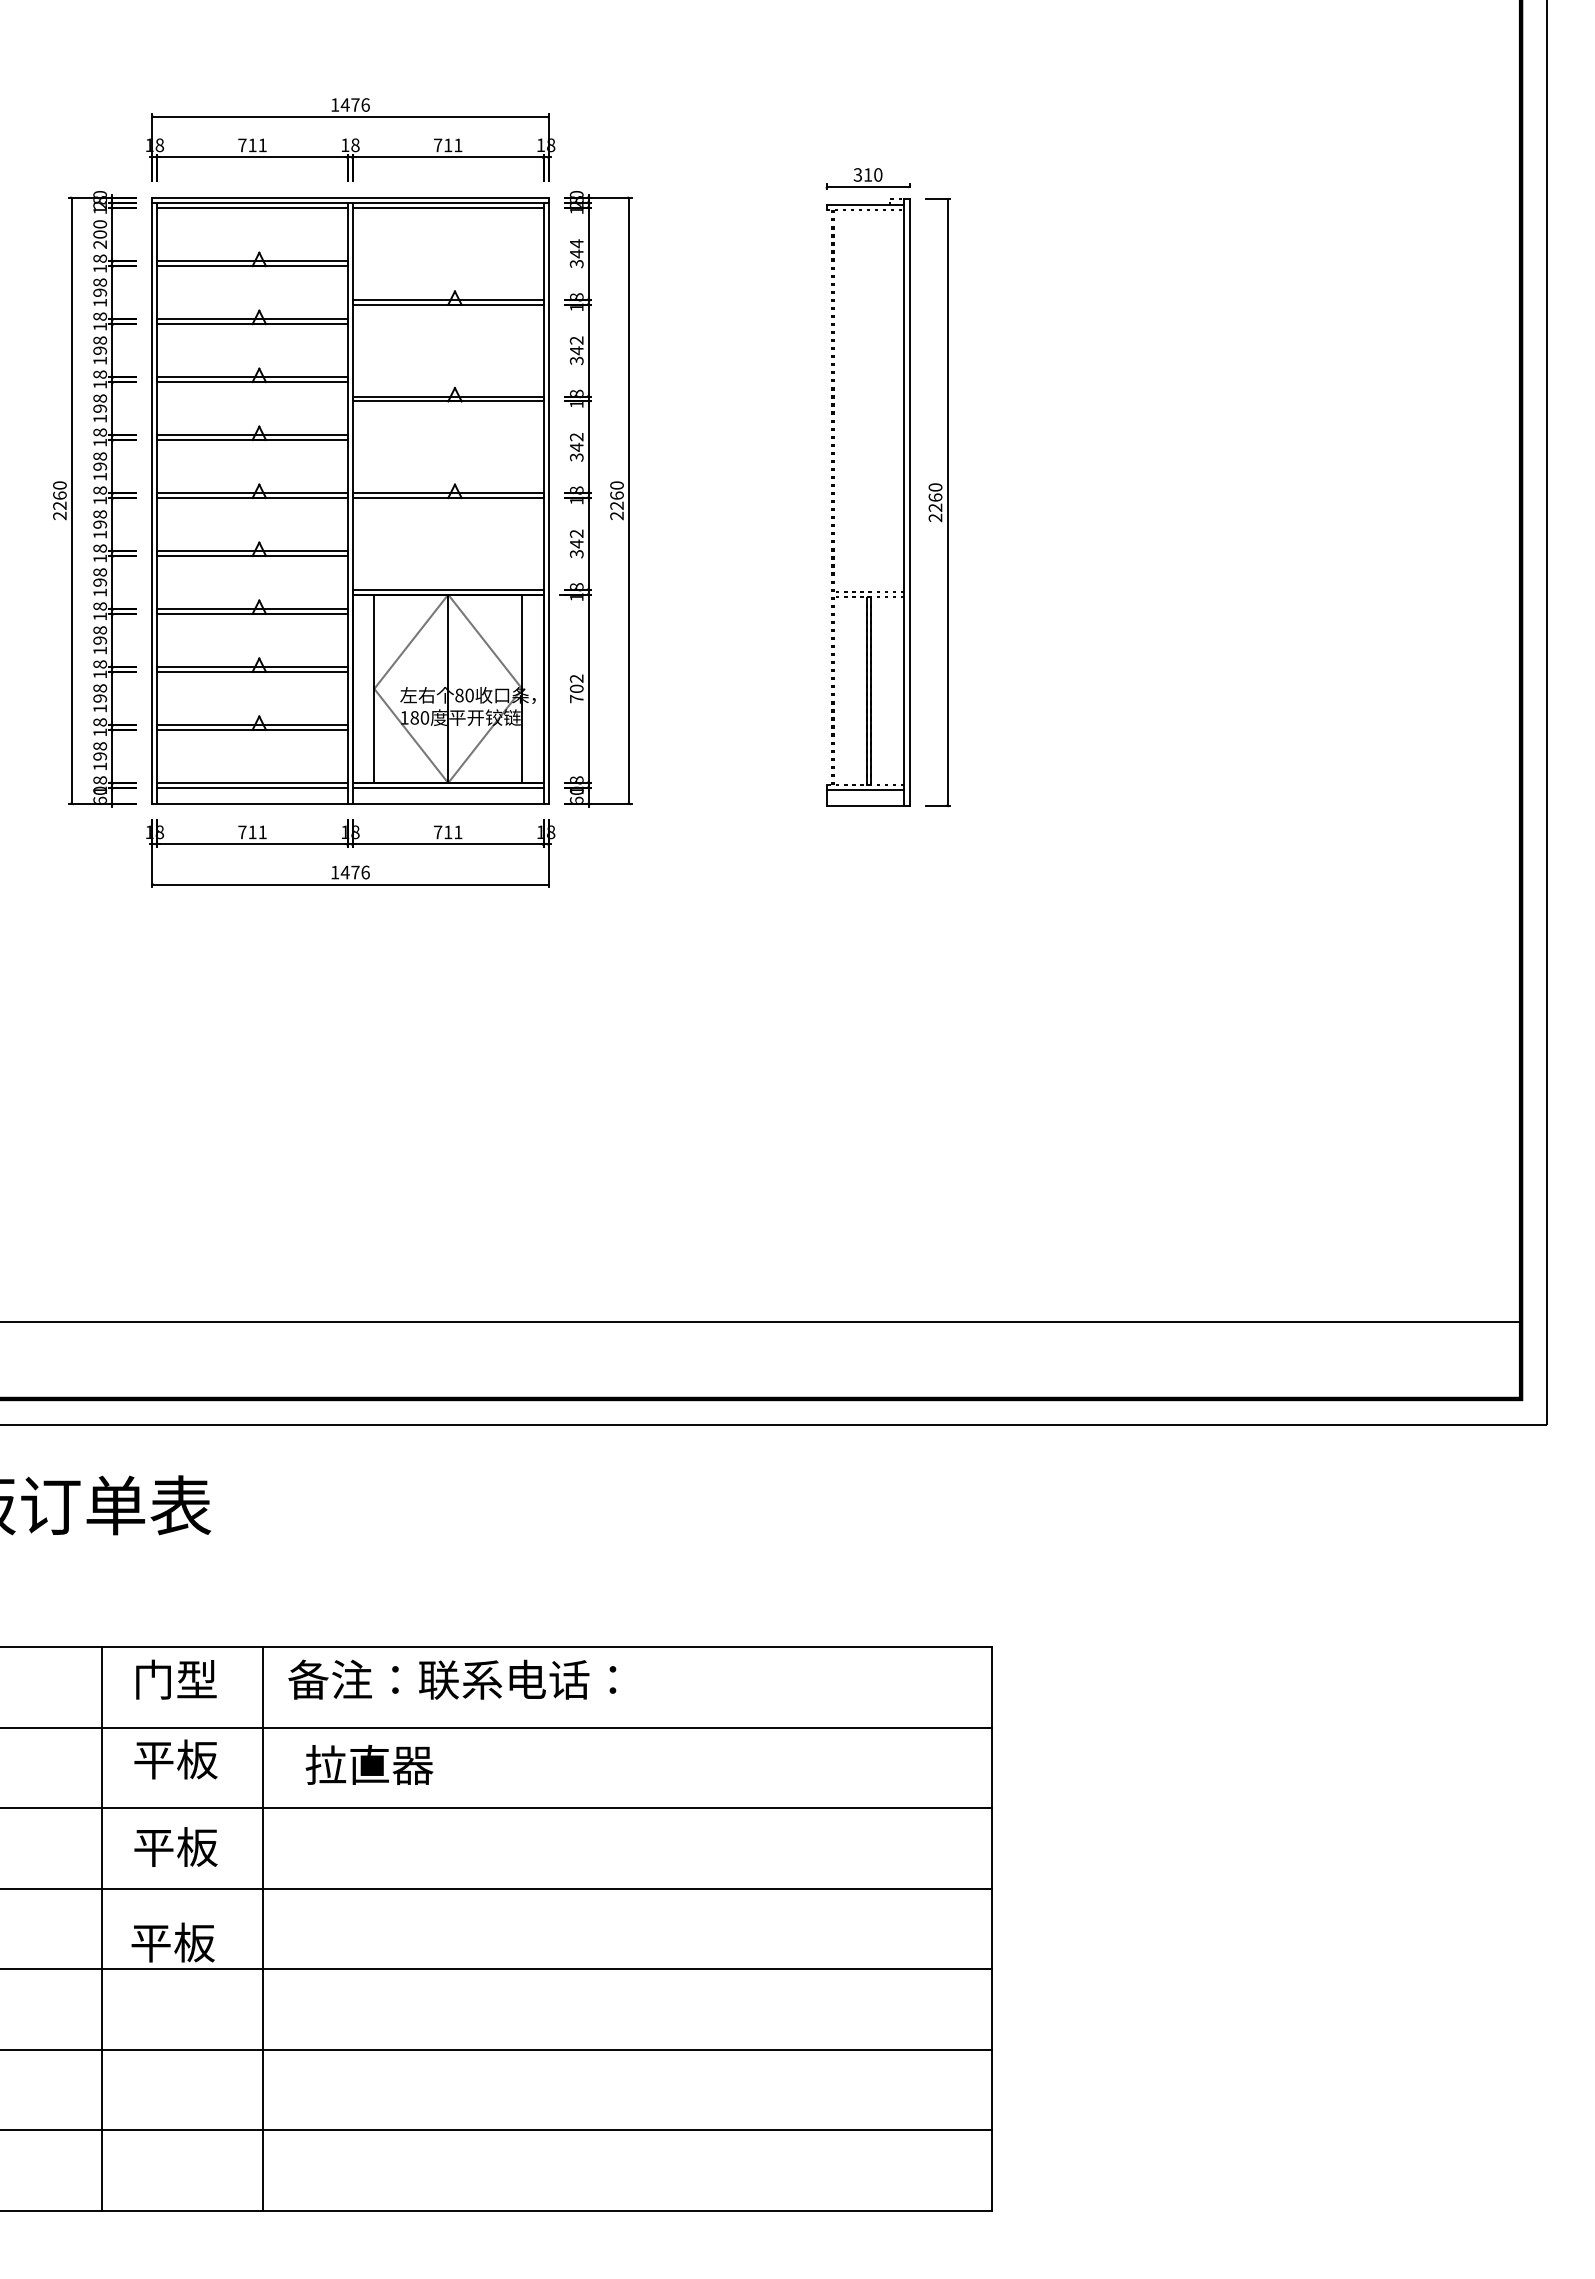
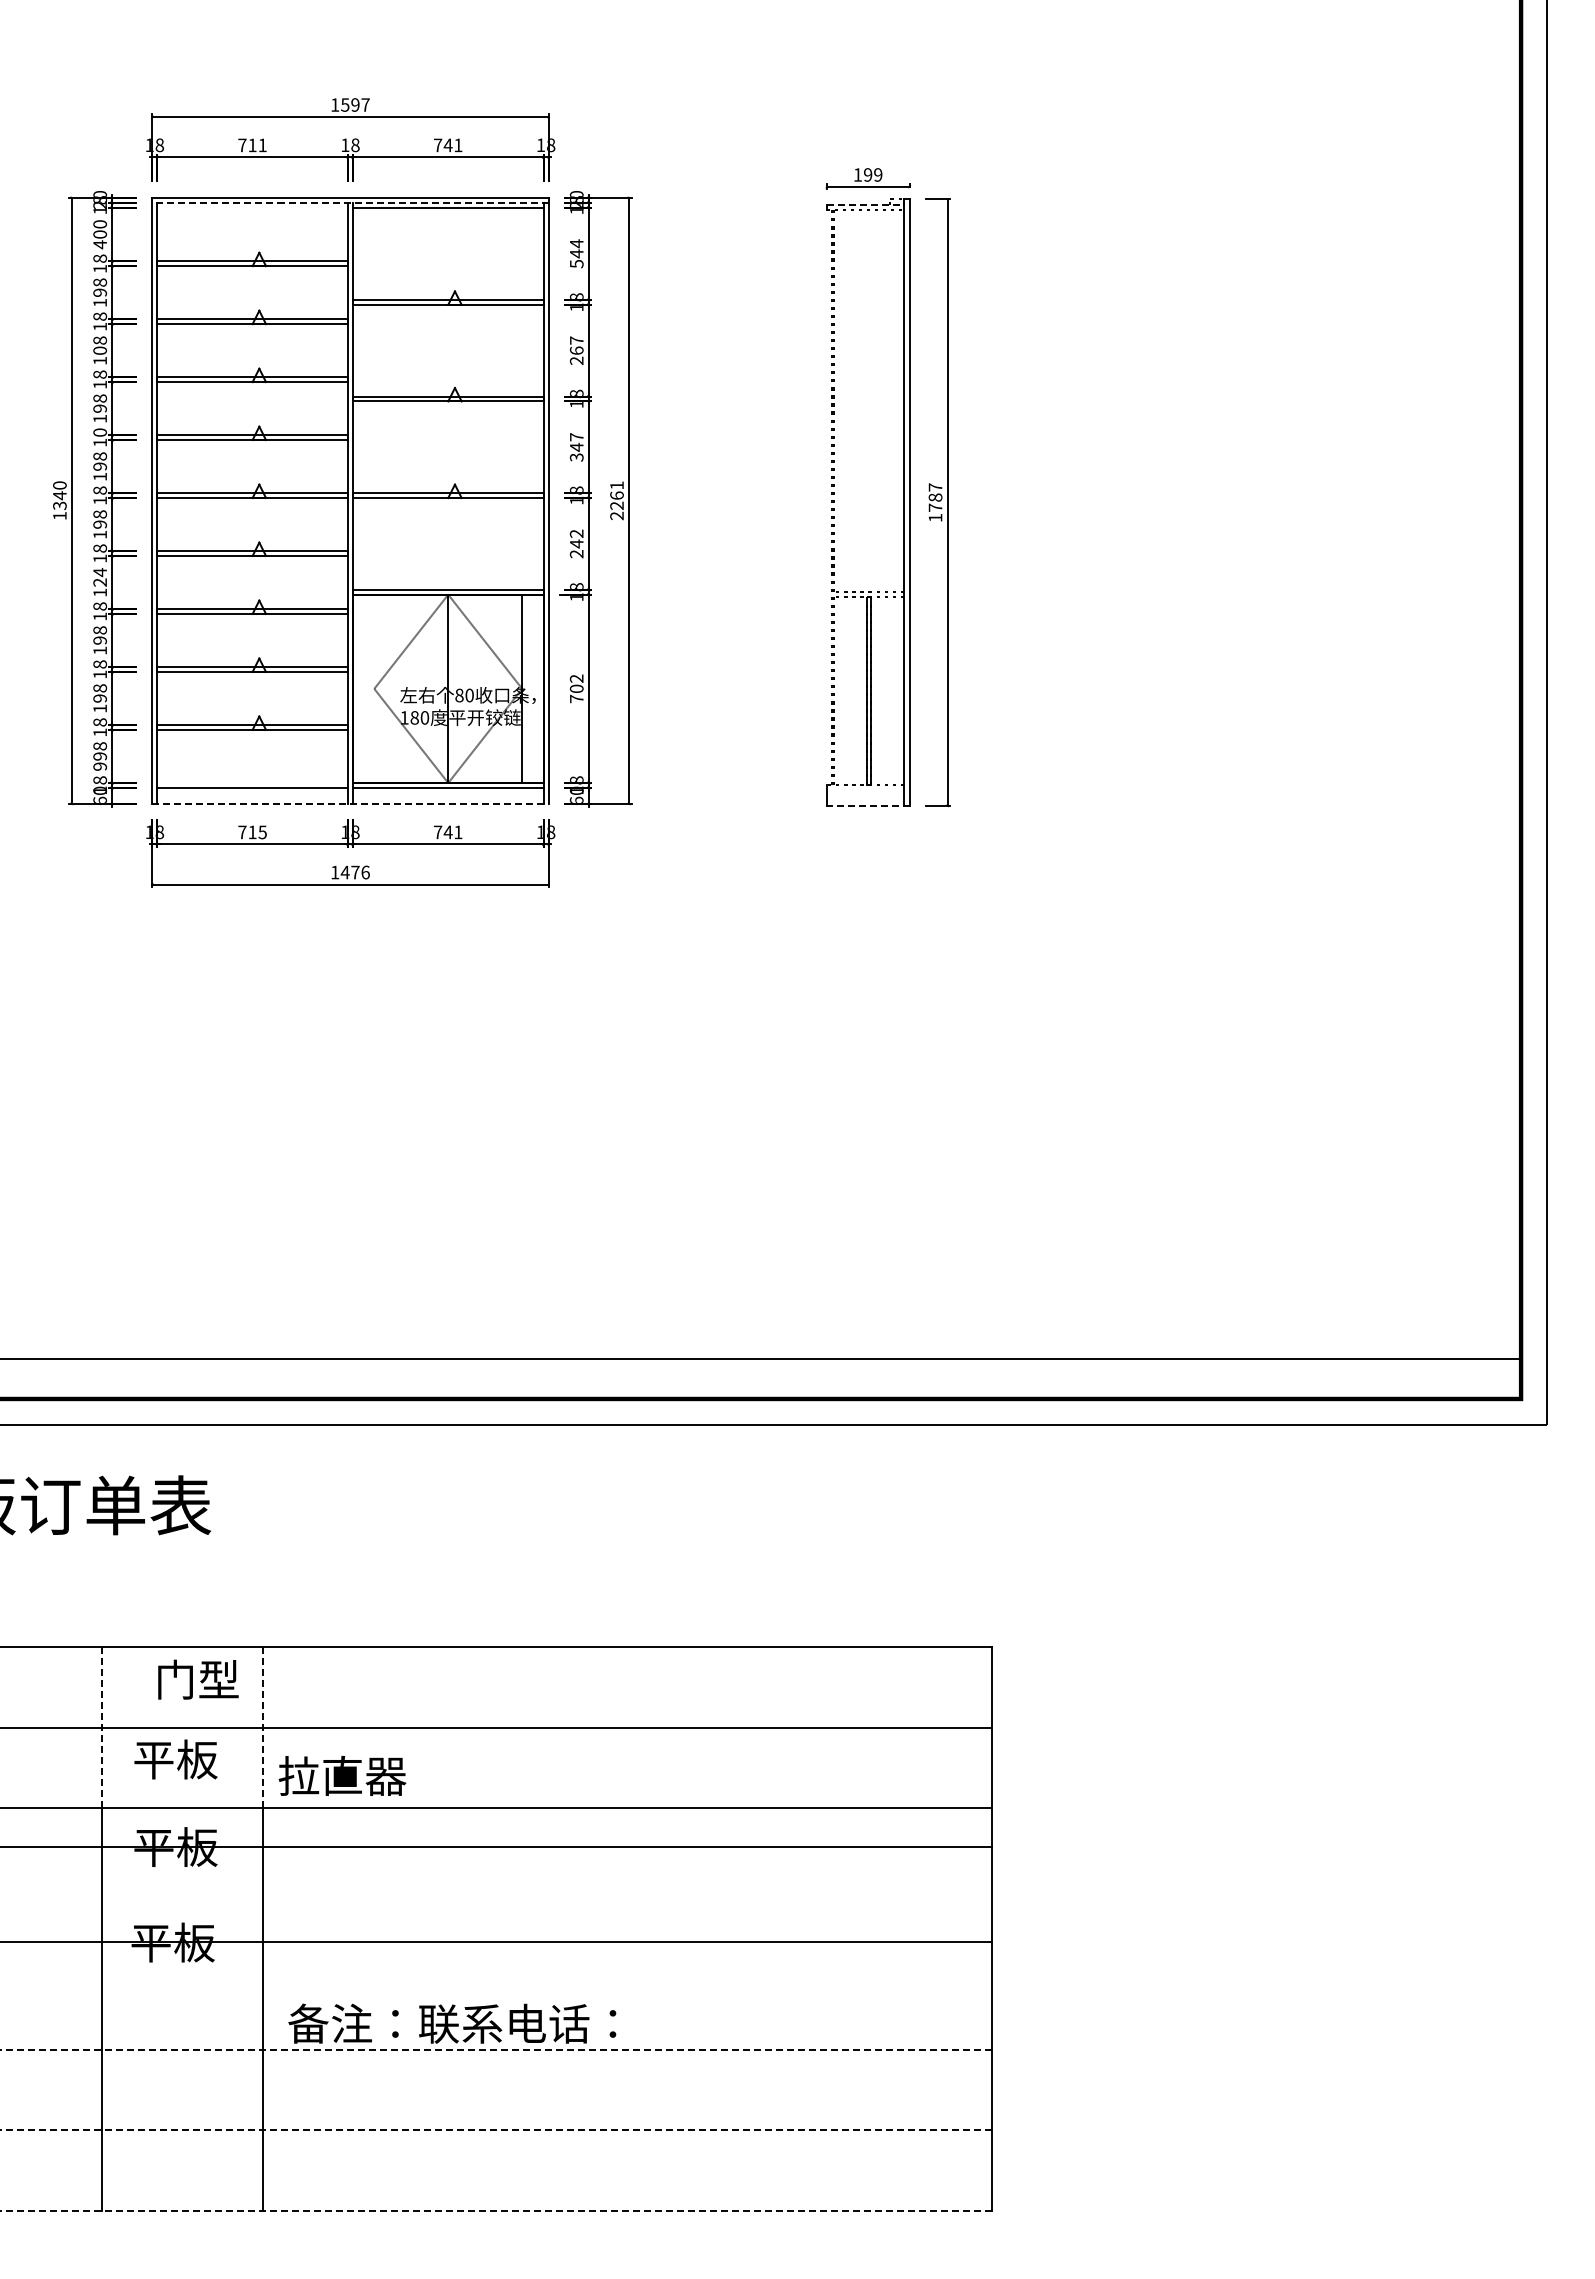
text at (354, 104): 1476 -> 1597
text at (447, 145): 711 -> 741
text at (867, 174): 310 -> 199
line at (349, 202): solid -> dashed
line at (865, 204): solid -> dashed
line at (252, 207): present -> none
text at (99, 244): 200 -> 400
text at (575, 263): 344 -> 544
text at (99, 350): 198 -> 108
text at (576, 350): 342 -> 267
text at (99, 432): 18 -> 10
text at (576, 437): 342 -> 347
text at (616, 485): 2260 -> 2261
text at (935, 502): 2260 -> 1787
text at (59, 505): 2260 -> 1340
text at (576, 554): 342 -> 242
text at (100, 577): 198 -> 124
line at (374, 688): present -> none
text at (100, 766): 198 -> 998
line at (252, 783): present -> none
line at (864, 789): present -> none
line at (350, 804): solid -> dashed
line at (868, 805): solid -> dashed
text at (262, 832): 711 -> 715
text at (447, 832): 711 -> 741
line at (761, 1321) position: (761, 1321) -> (761, 1358)
text at (176, 1679) position: (176, 1679) -> (198, 1679)
text at (452, 1679) position: (452, 1679) -> (452, 2023)
line at (101, 1727): solid -> dashed
line at (262, 1727): solid -> dashed
text at (369, 1764) position: (369, 1764) -> (342, 1775)
line at (497, 1888) position: (497, 1888) -> (497, 1846)
line at (497, 1969) position: (497, 1969) -> (497, 1942)
line at (496, 2049): solid -> dashed
line at (496, 2130): solid -> dashed
line at (496, 2210): solid -> dashed
